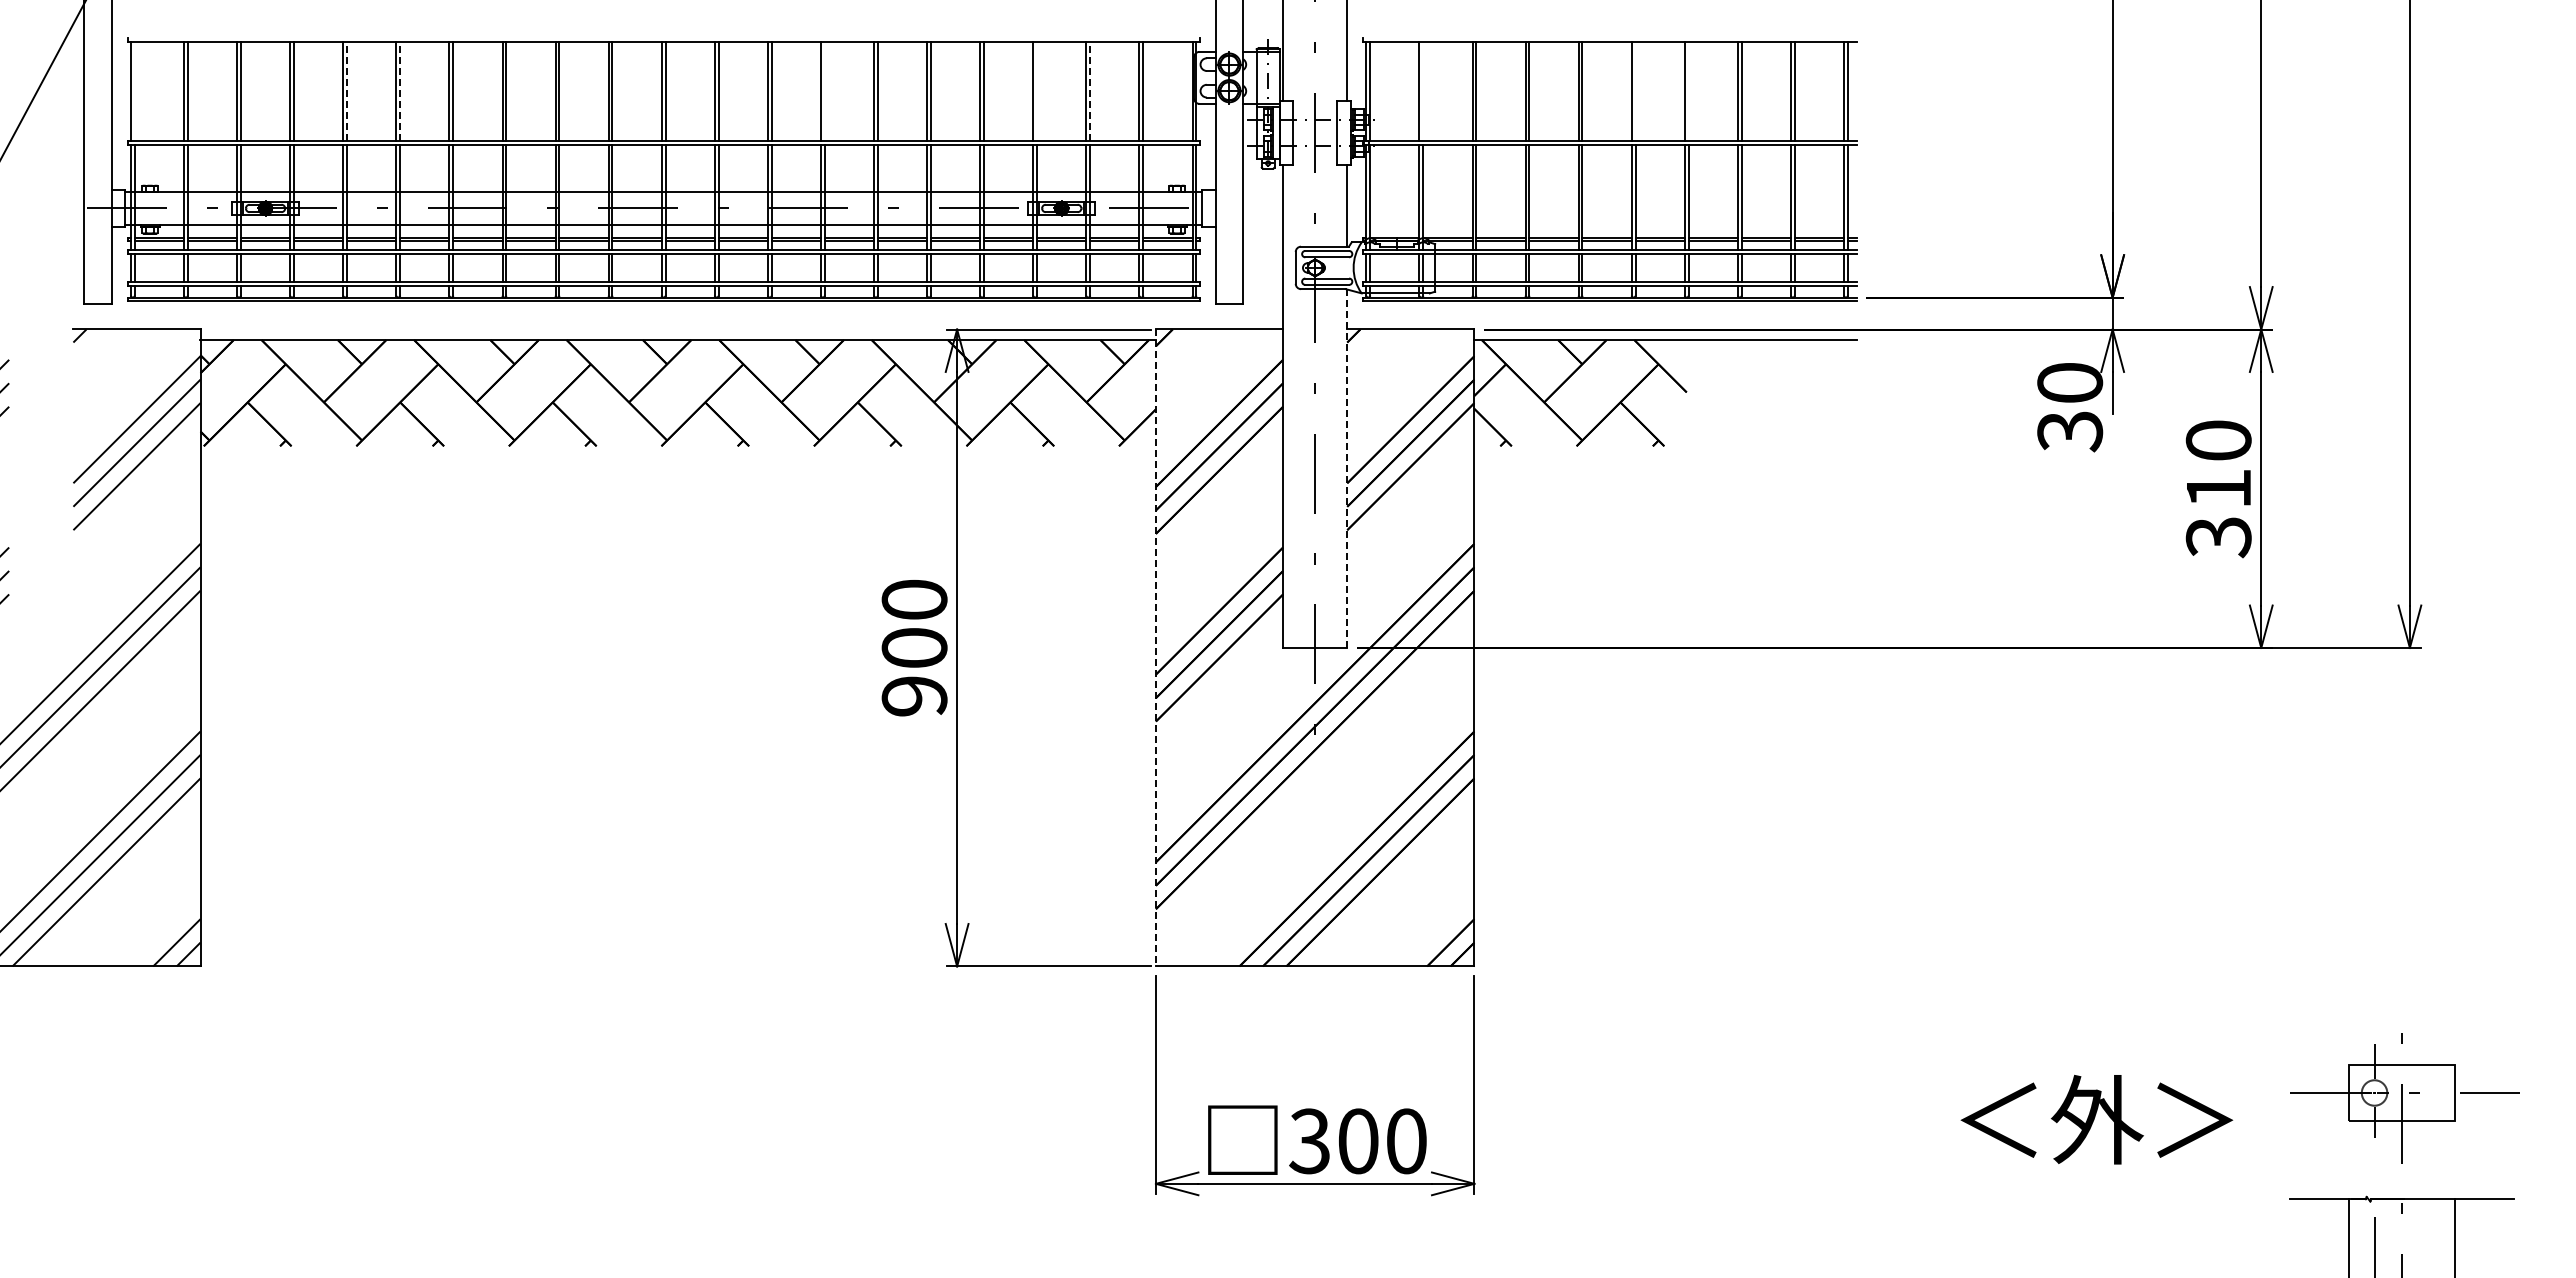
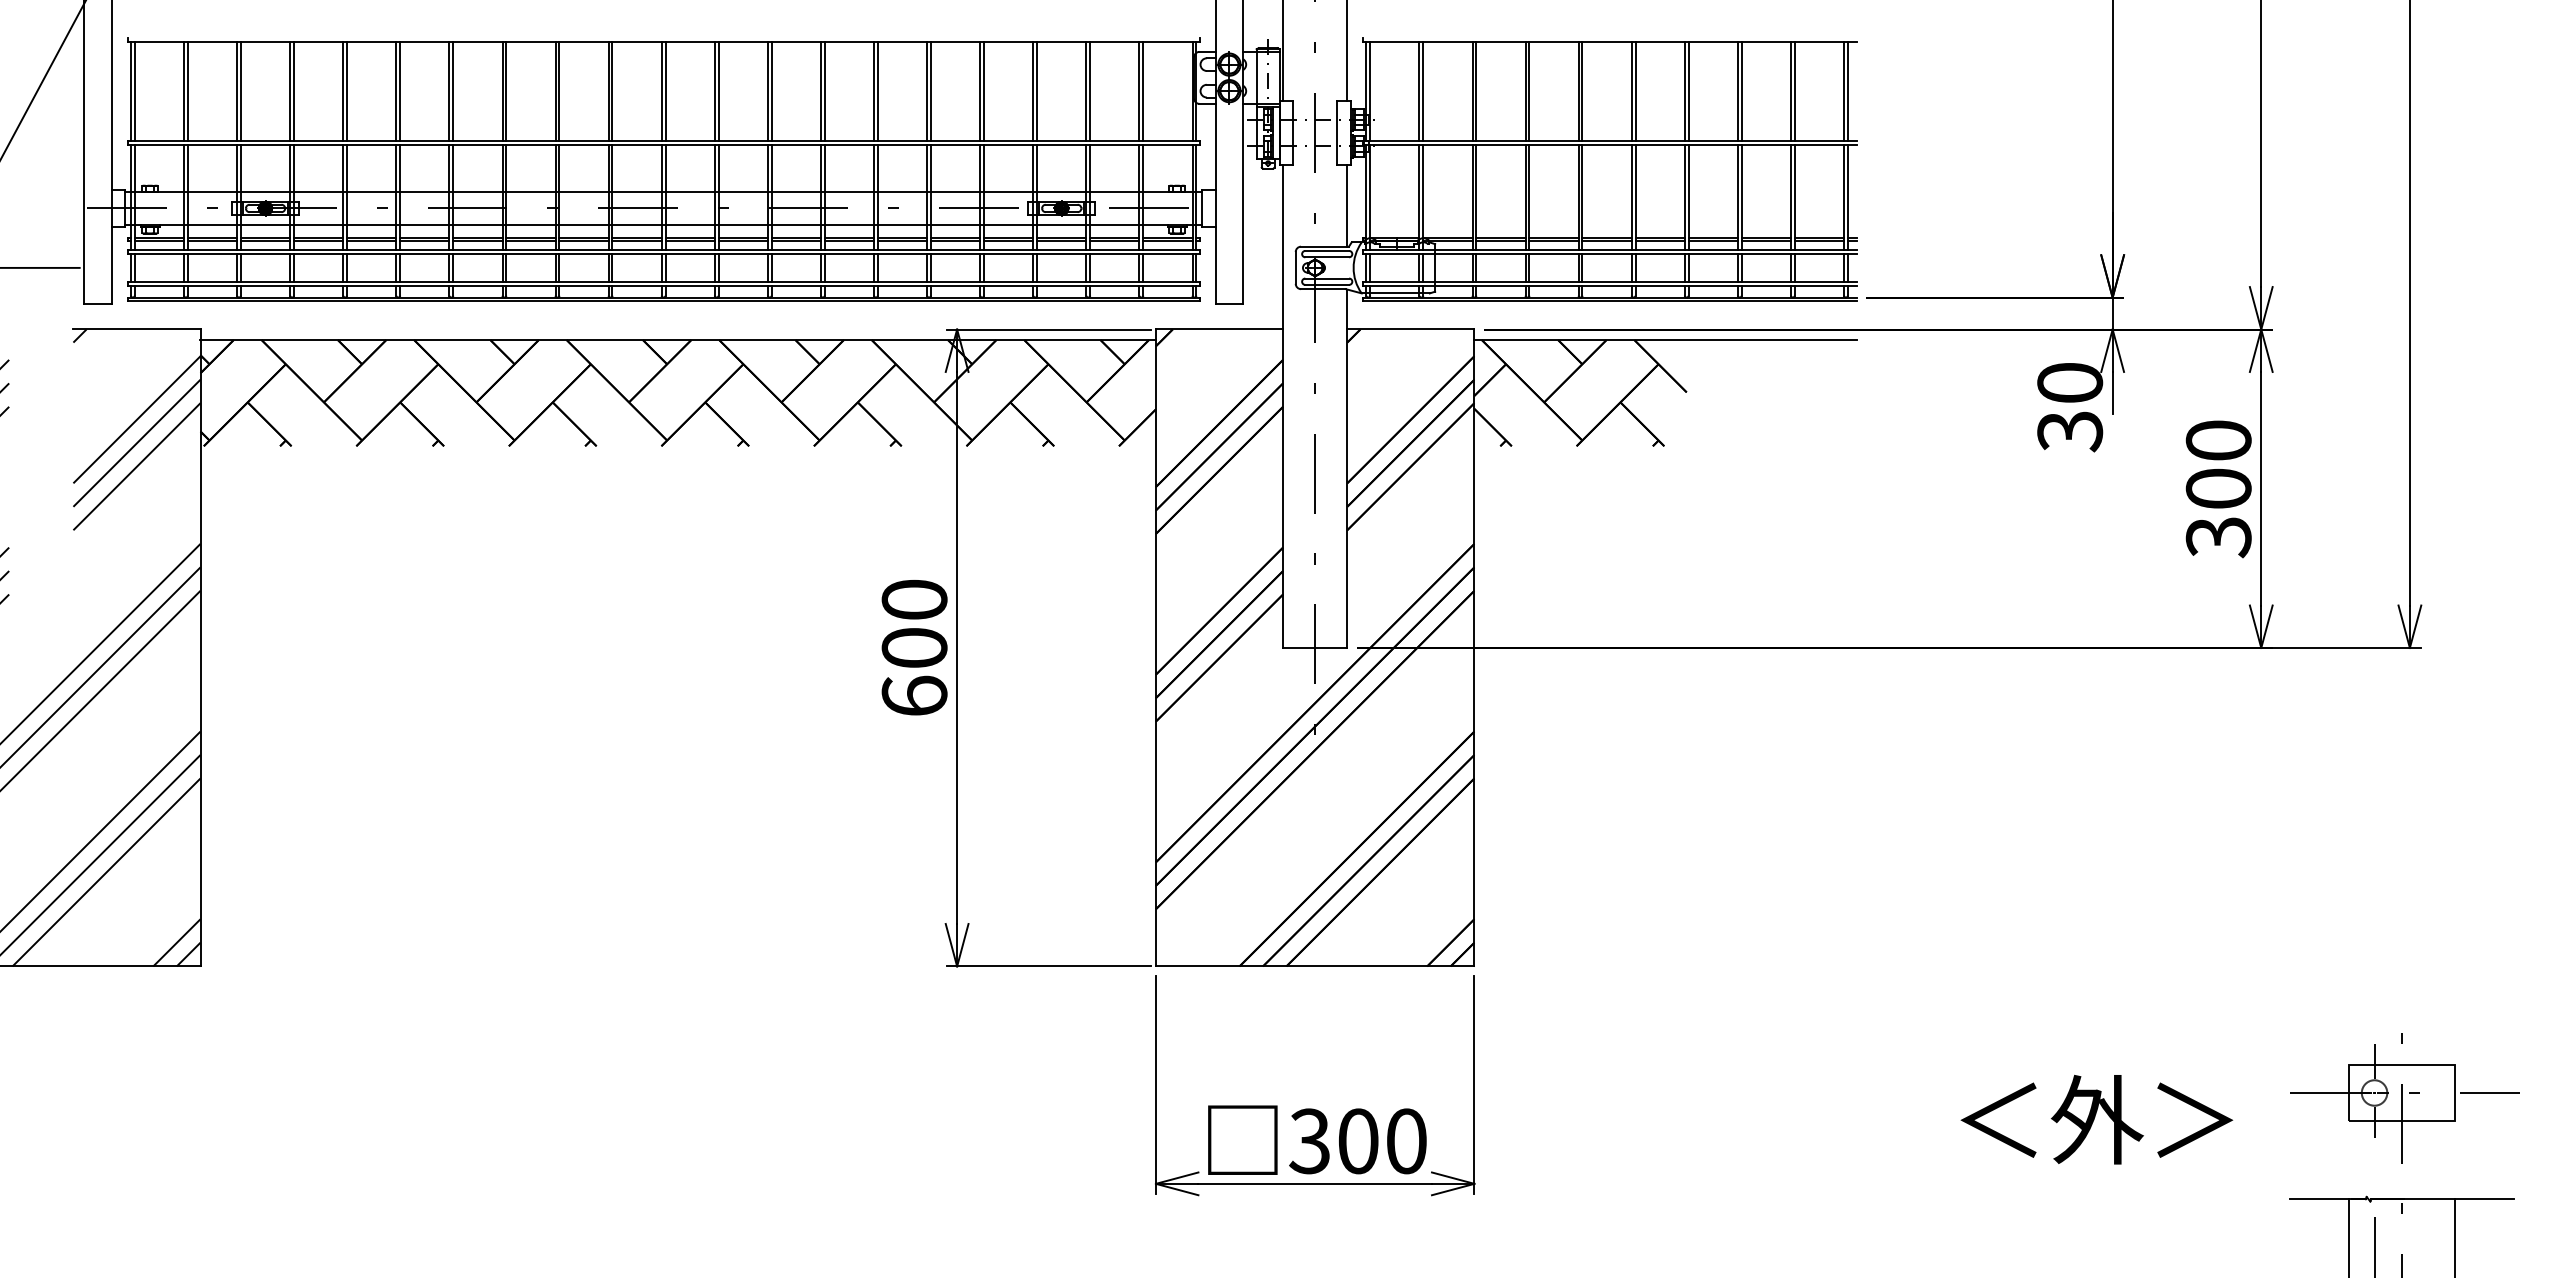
line at (134, 90): none -> present
line at (824, 90): none -> present
line at (1037, 90): none -> present
line at (1423, 90): none -> present
line at (1635, 90): none -> present
line at (1688, 90): none -> present
line at (347, 91): dashed -> solid
line at (400, 91): dashed -> solid
line at (1090, 91): dashed -> solid
line at (41, 267): none -> present
line at (1347, 468): dashed -> solid
text at (2218, 488): 310 -> 300
line at (1155, 648): dashed -> solid
text at (914, 695): 900 -> 600
